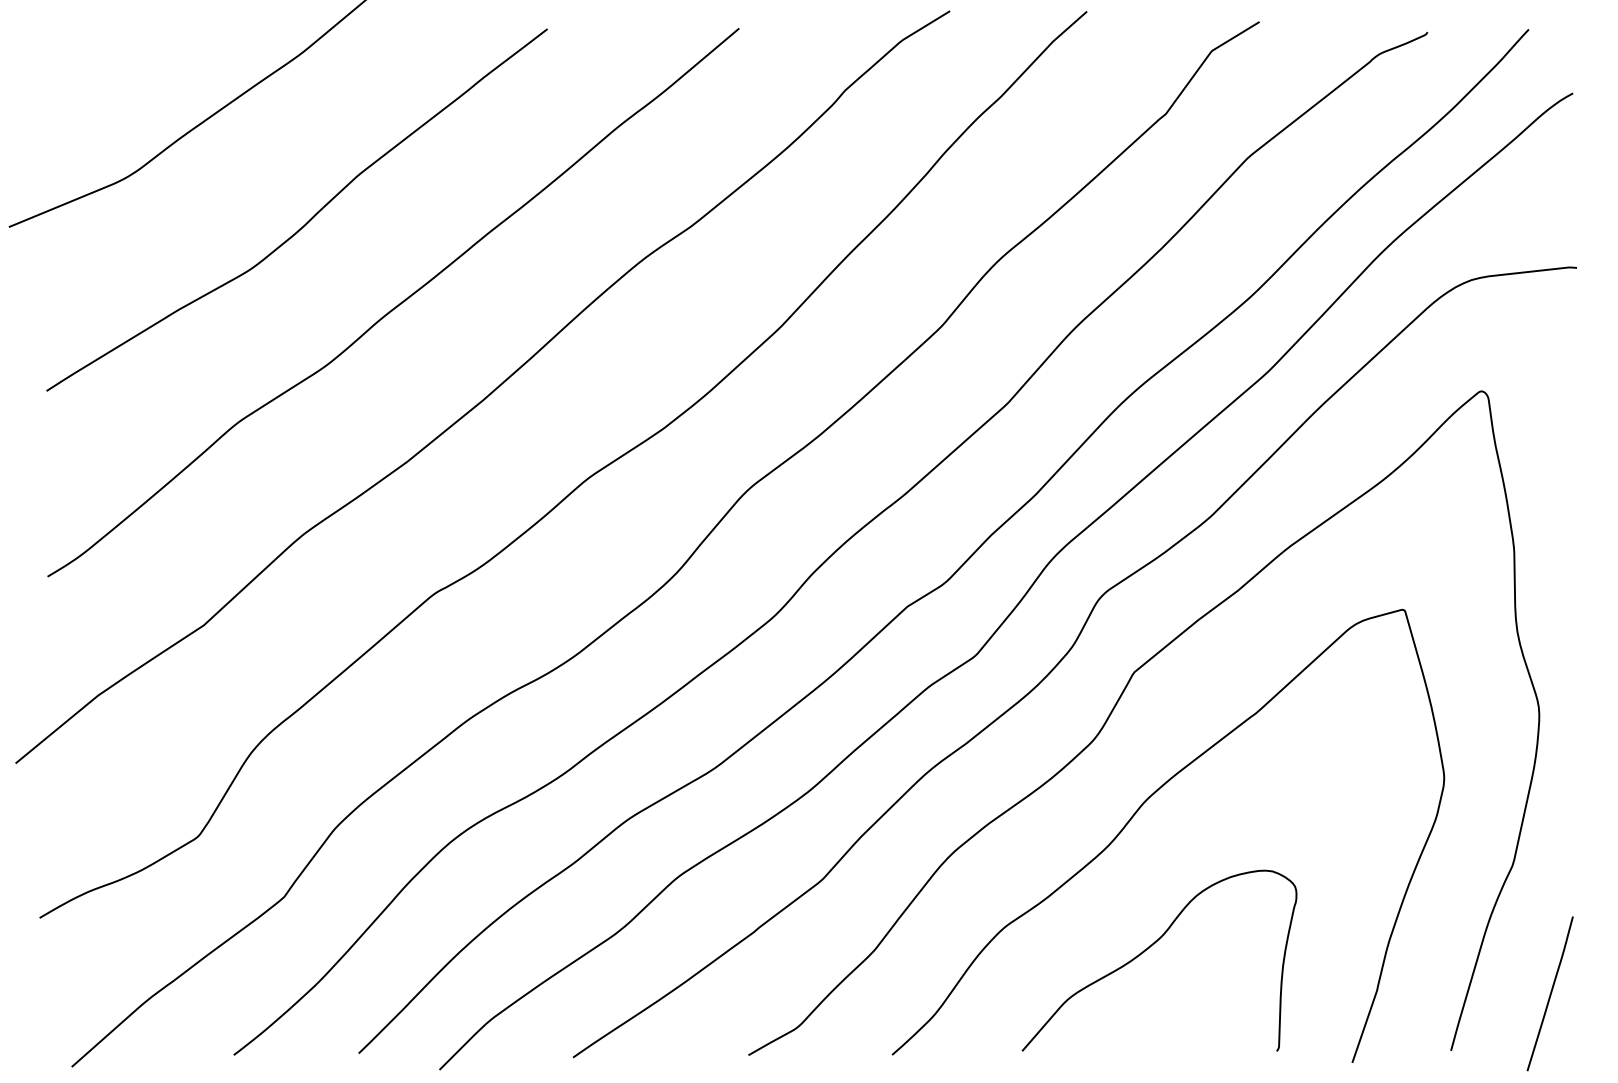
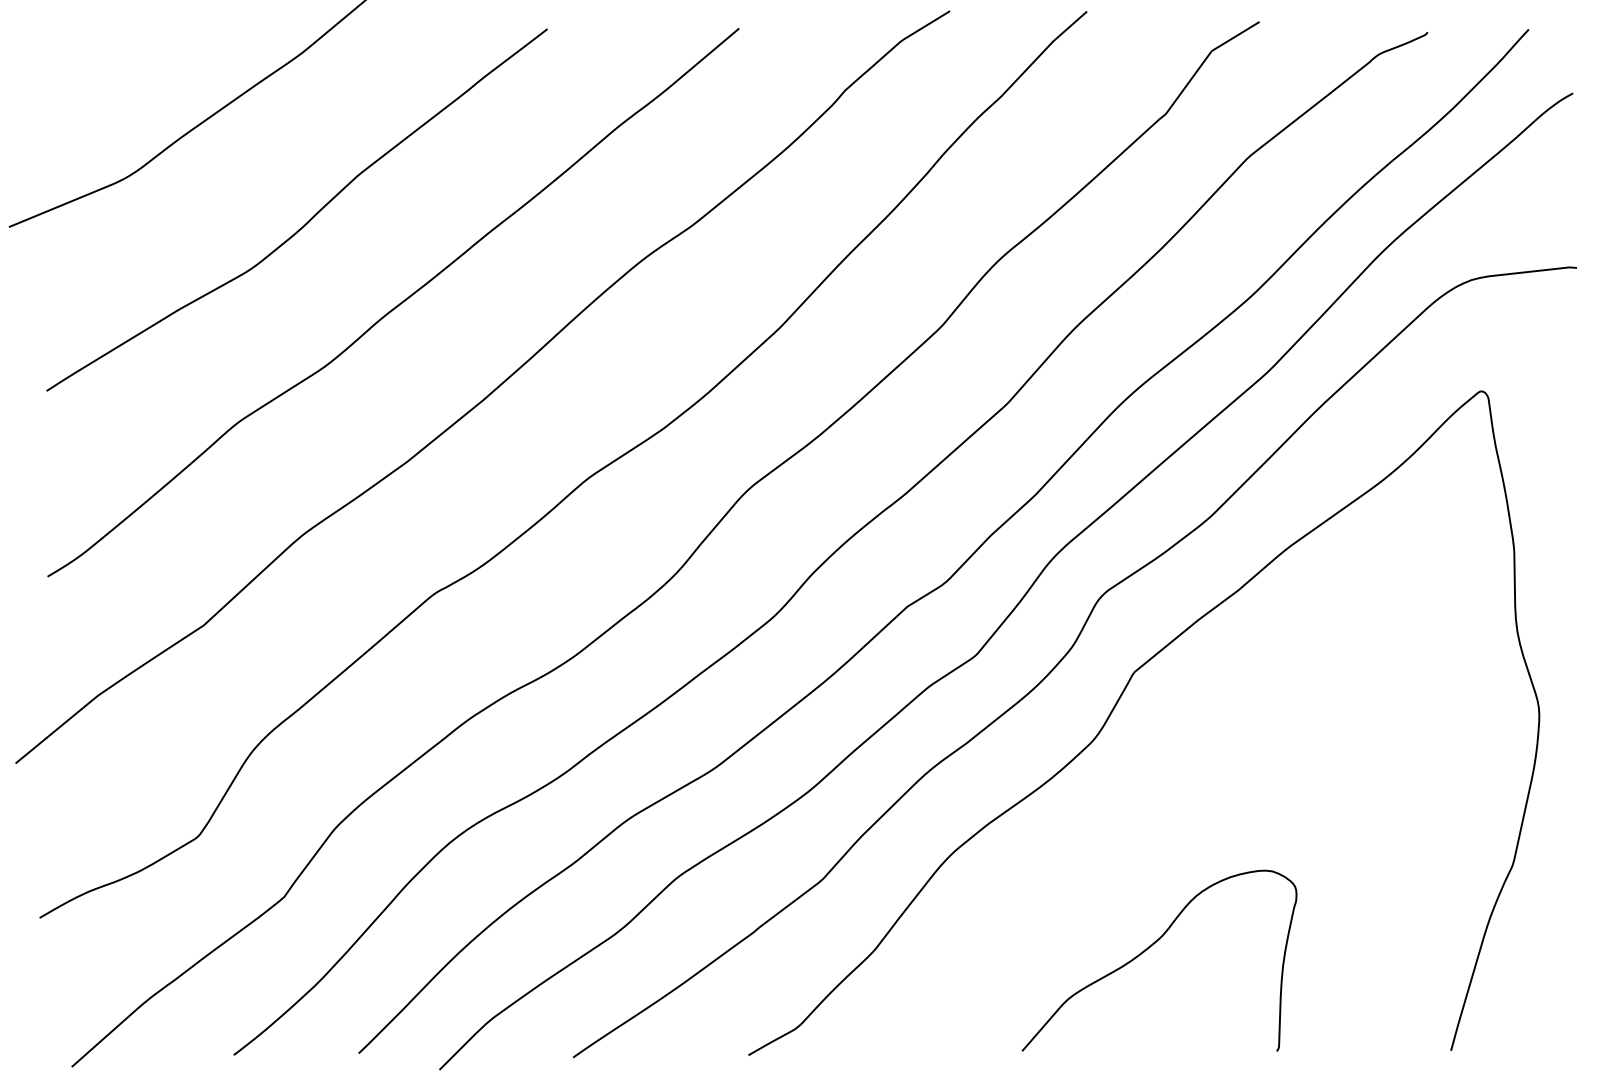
curve at (1137, 812): present -> none
curve at (1550, 993): present -> none
